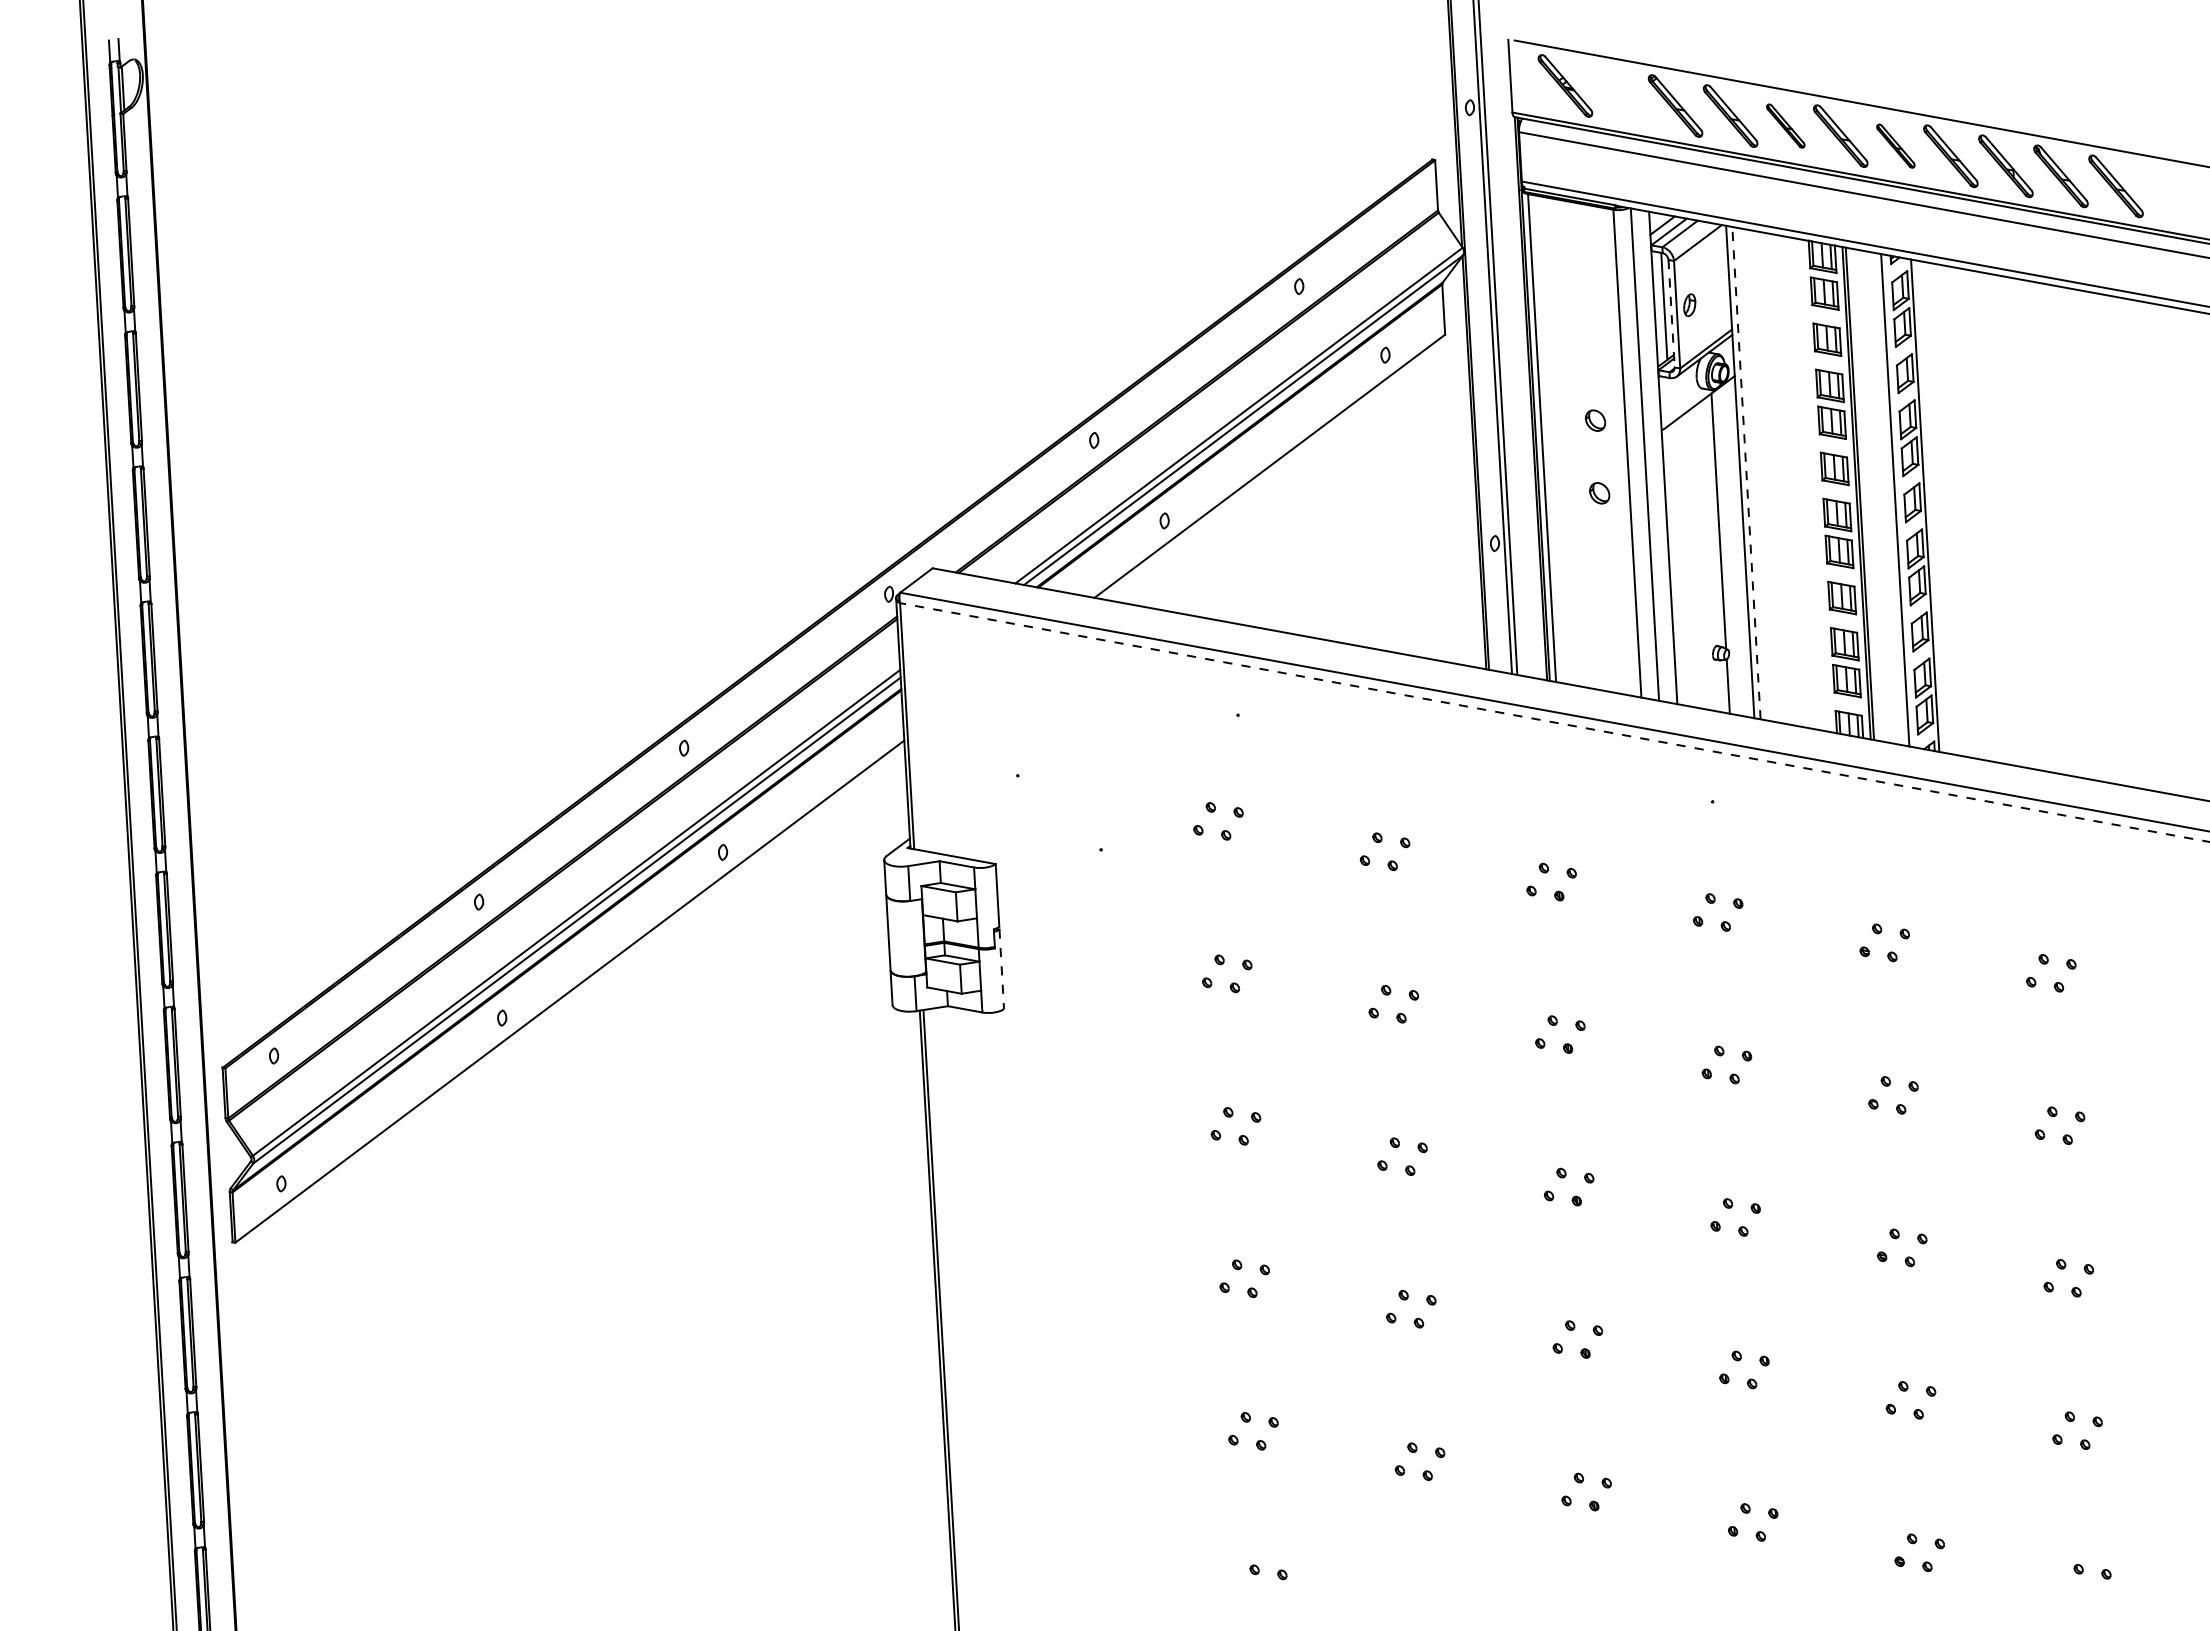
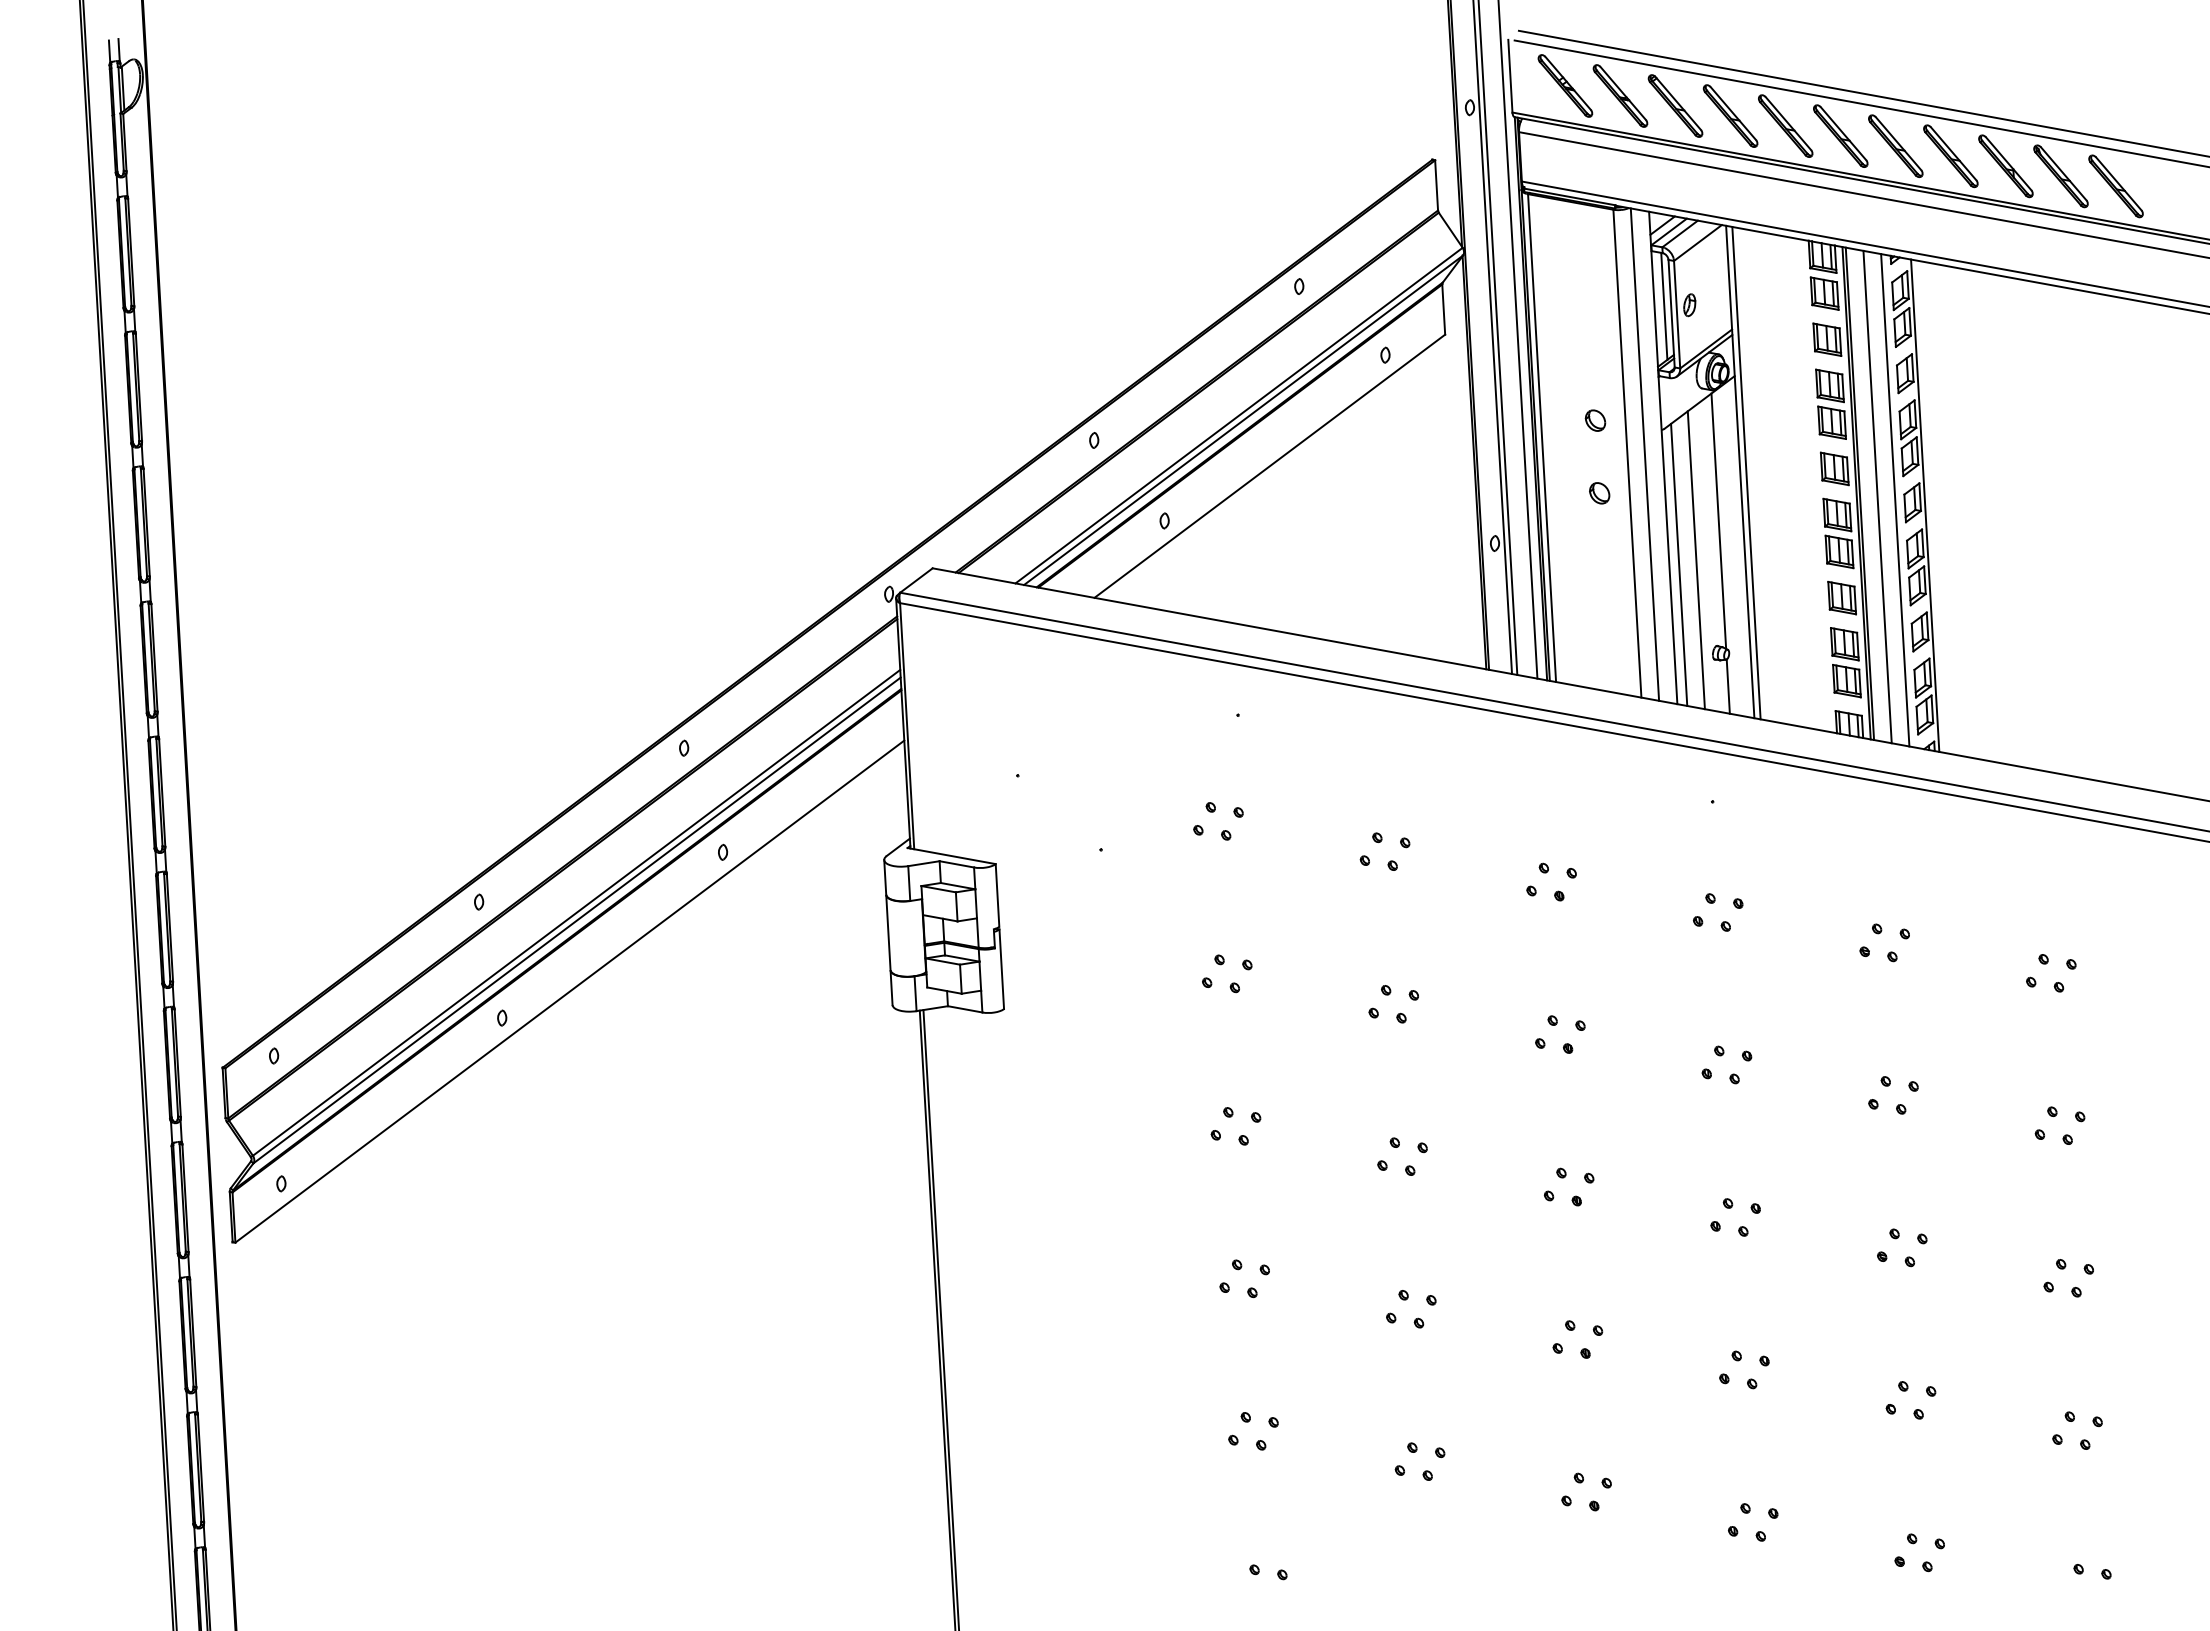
line at (1862, 93): none -> present
part at (1620, 95): none -> present
part at (1785, 125) size: 40x46 px -> 56x64 px
part at (1895, 145) size: 40x46 px -> 56x64 px
line at (1671, 313): dashed -> solid
line at (1517, 340): none -> present
line at (1746, 473): dashed -> solid
line at (1877, 496): none -> present
line at (1695, 560): none -> present
line at (1679, 564): none -> present
line at (1554, 722): dashed -> solid
line at (1001, 969): dashed -> solid
